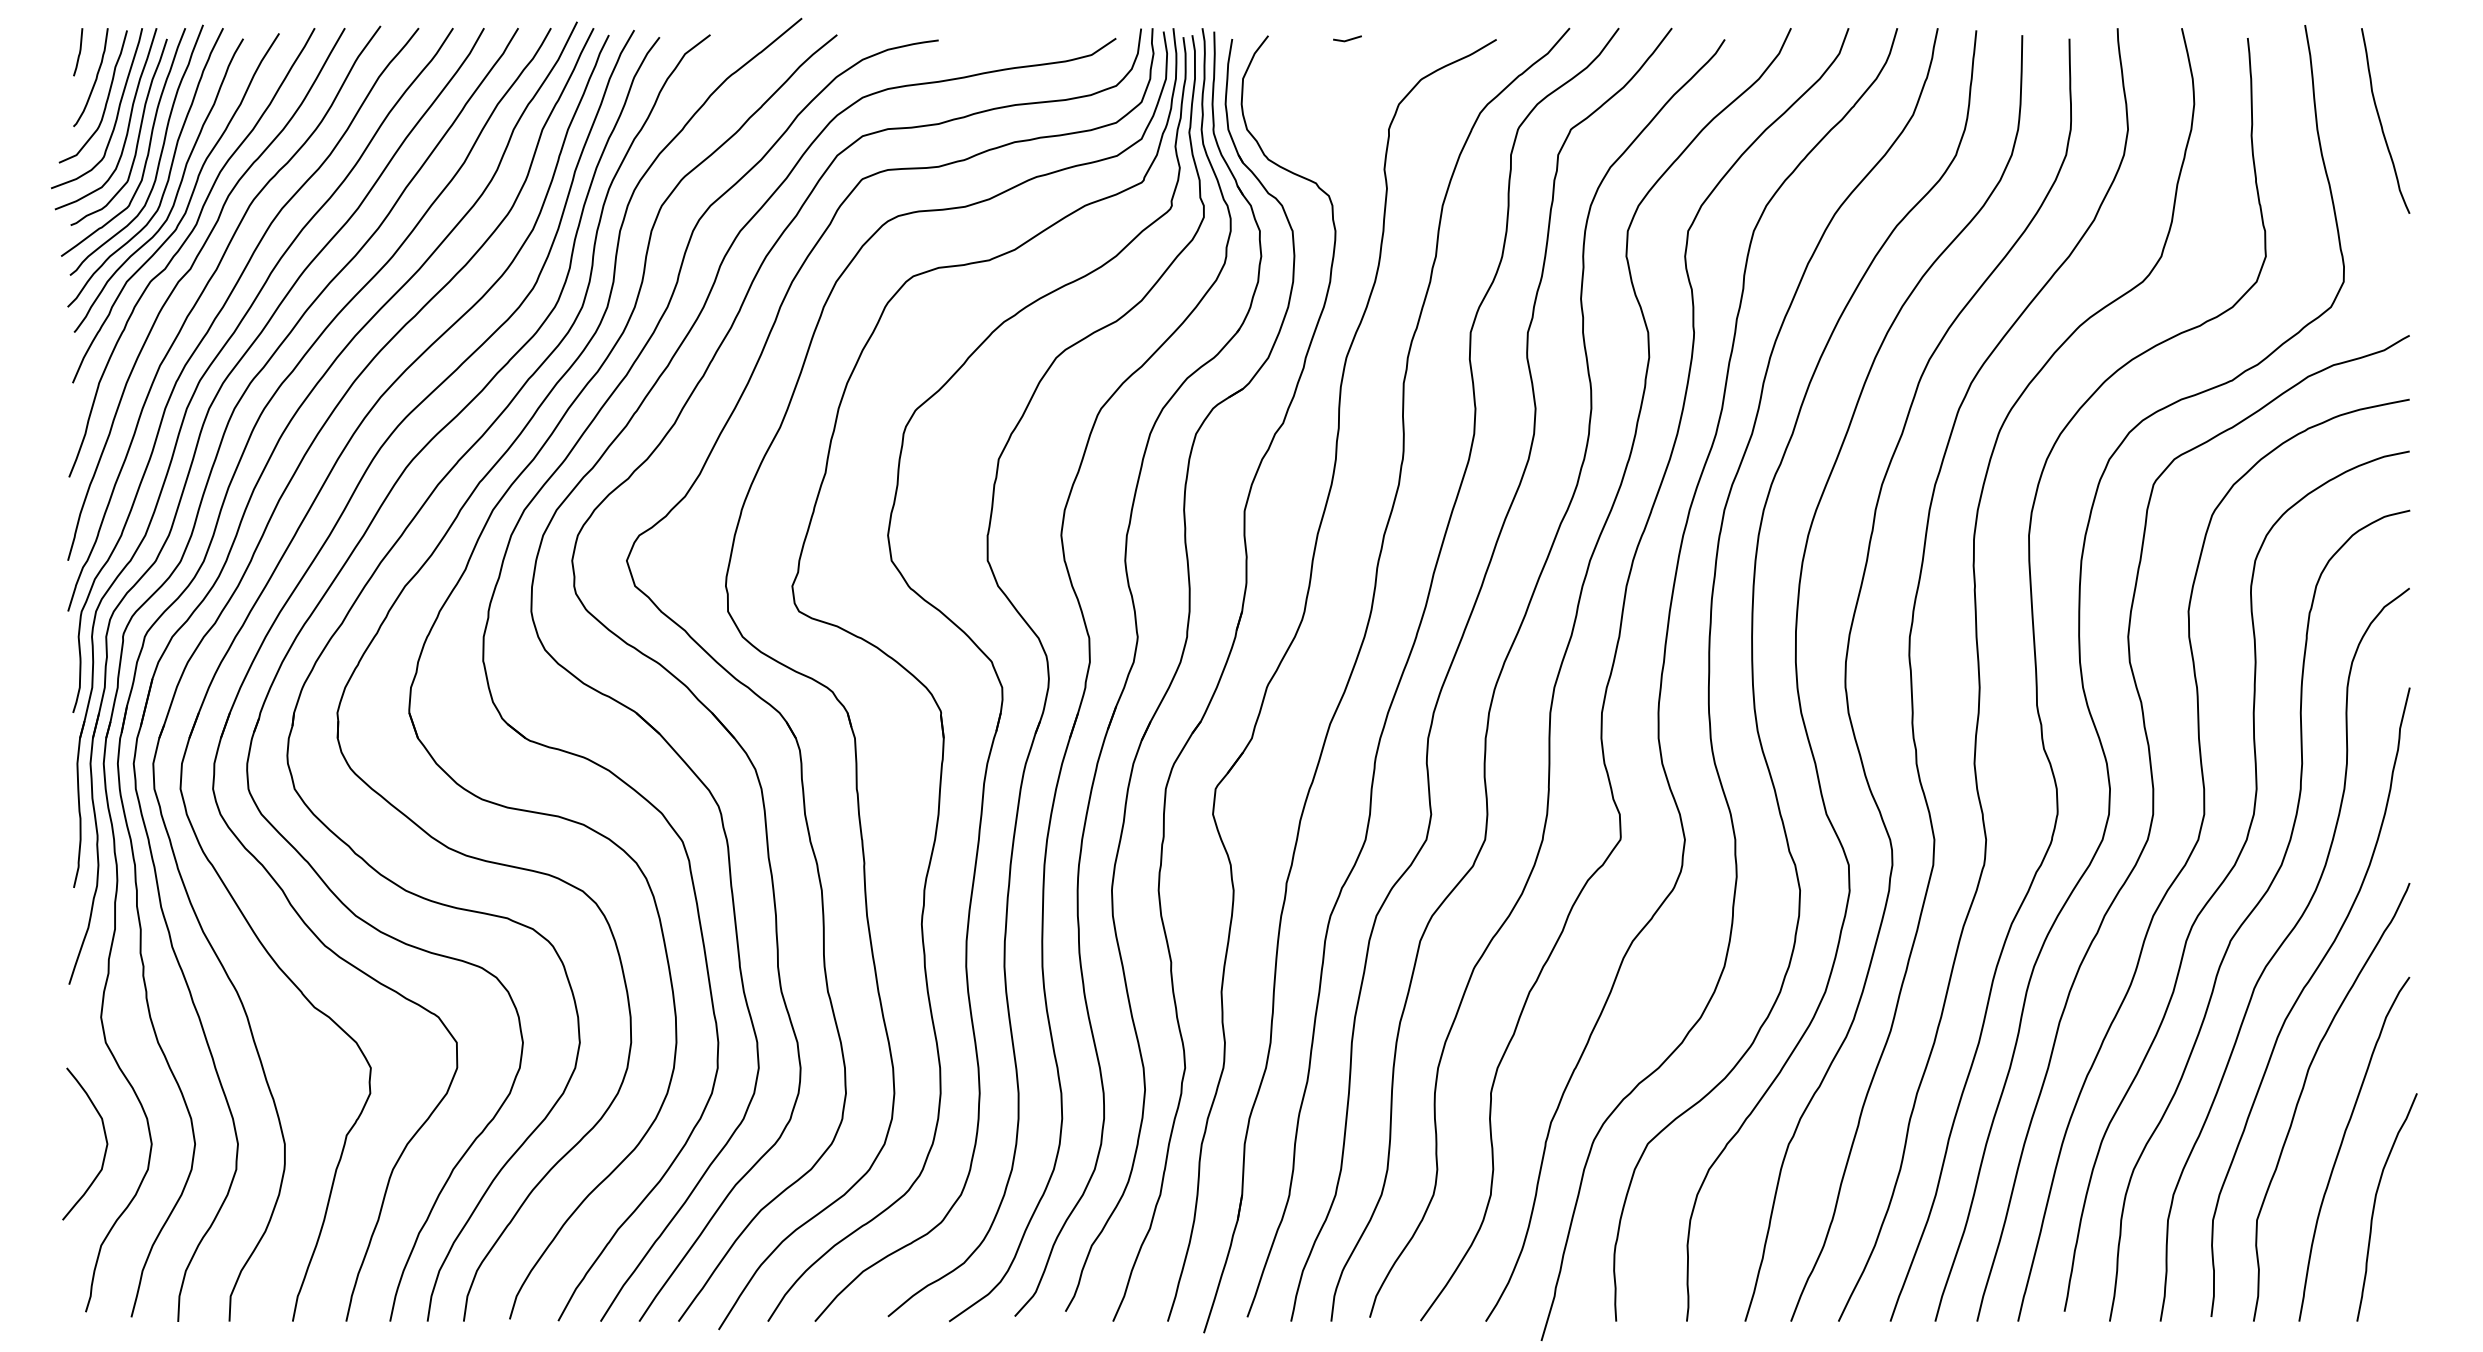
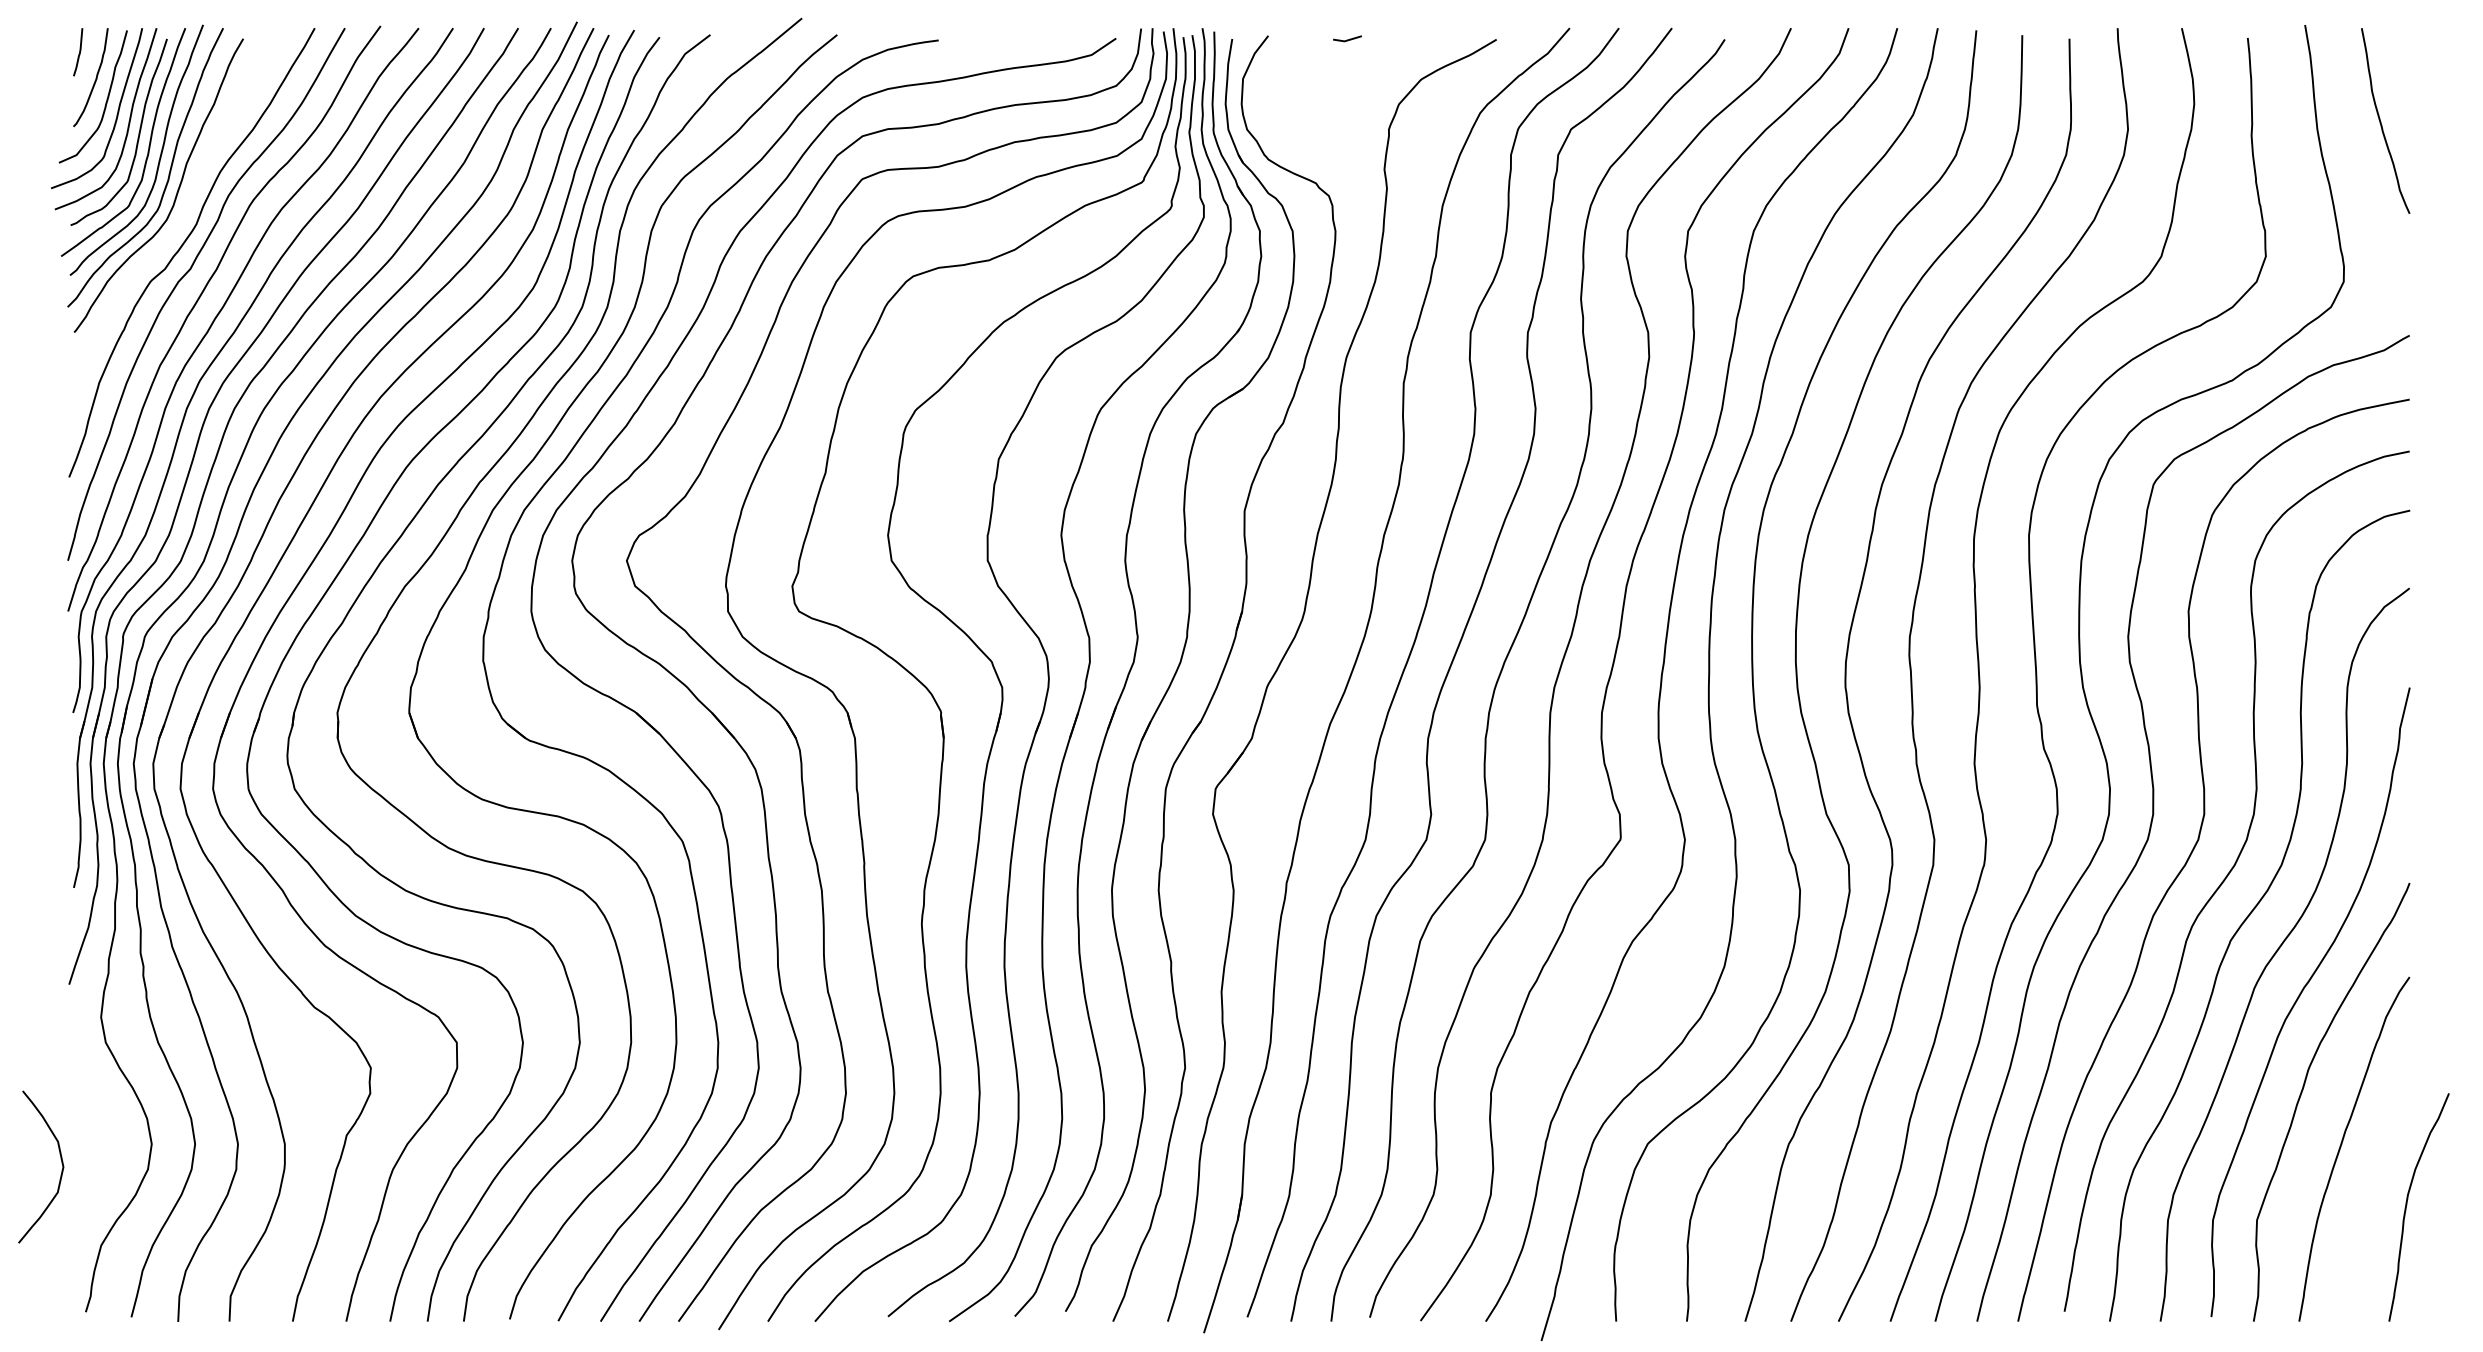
curve at (184, 212): present -> none
curve at (105, 1140) position: (105, 1140) -> (61, 1163)
curve at (2375, 1205) position: (2375, 1205) -> (2407, 1205)
